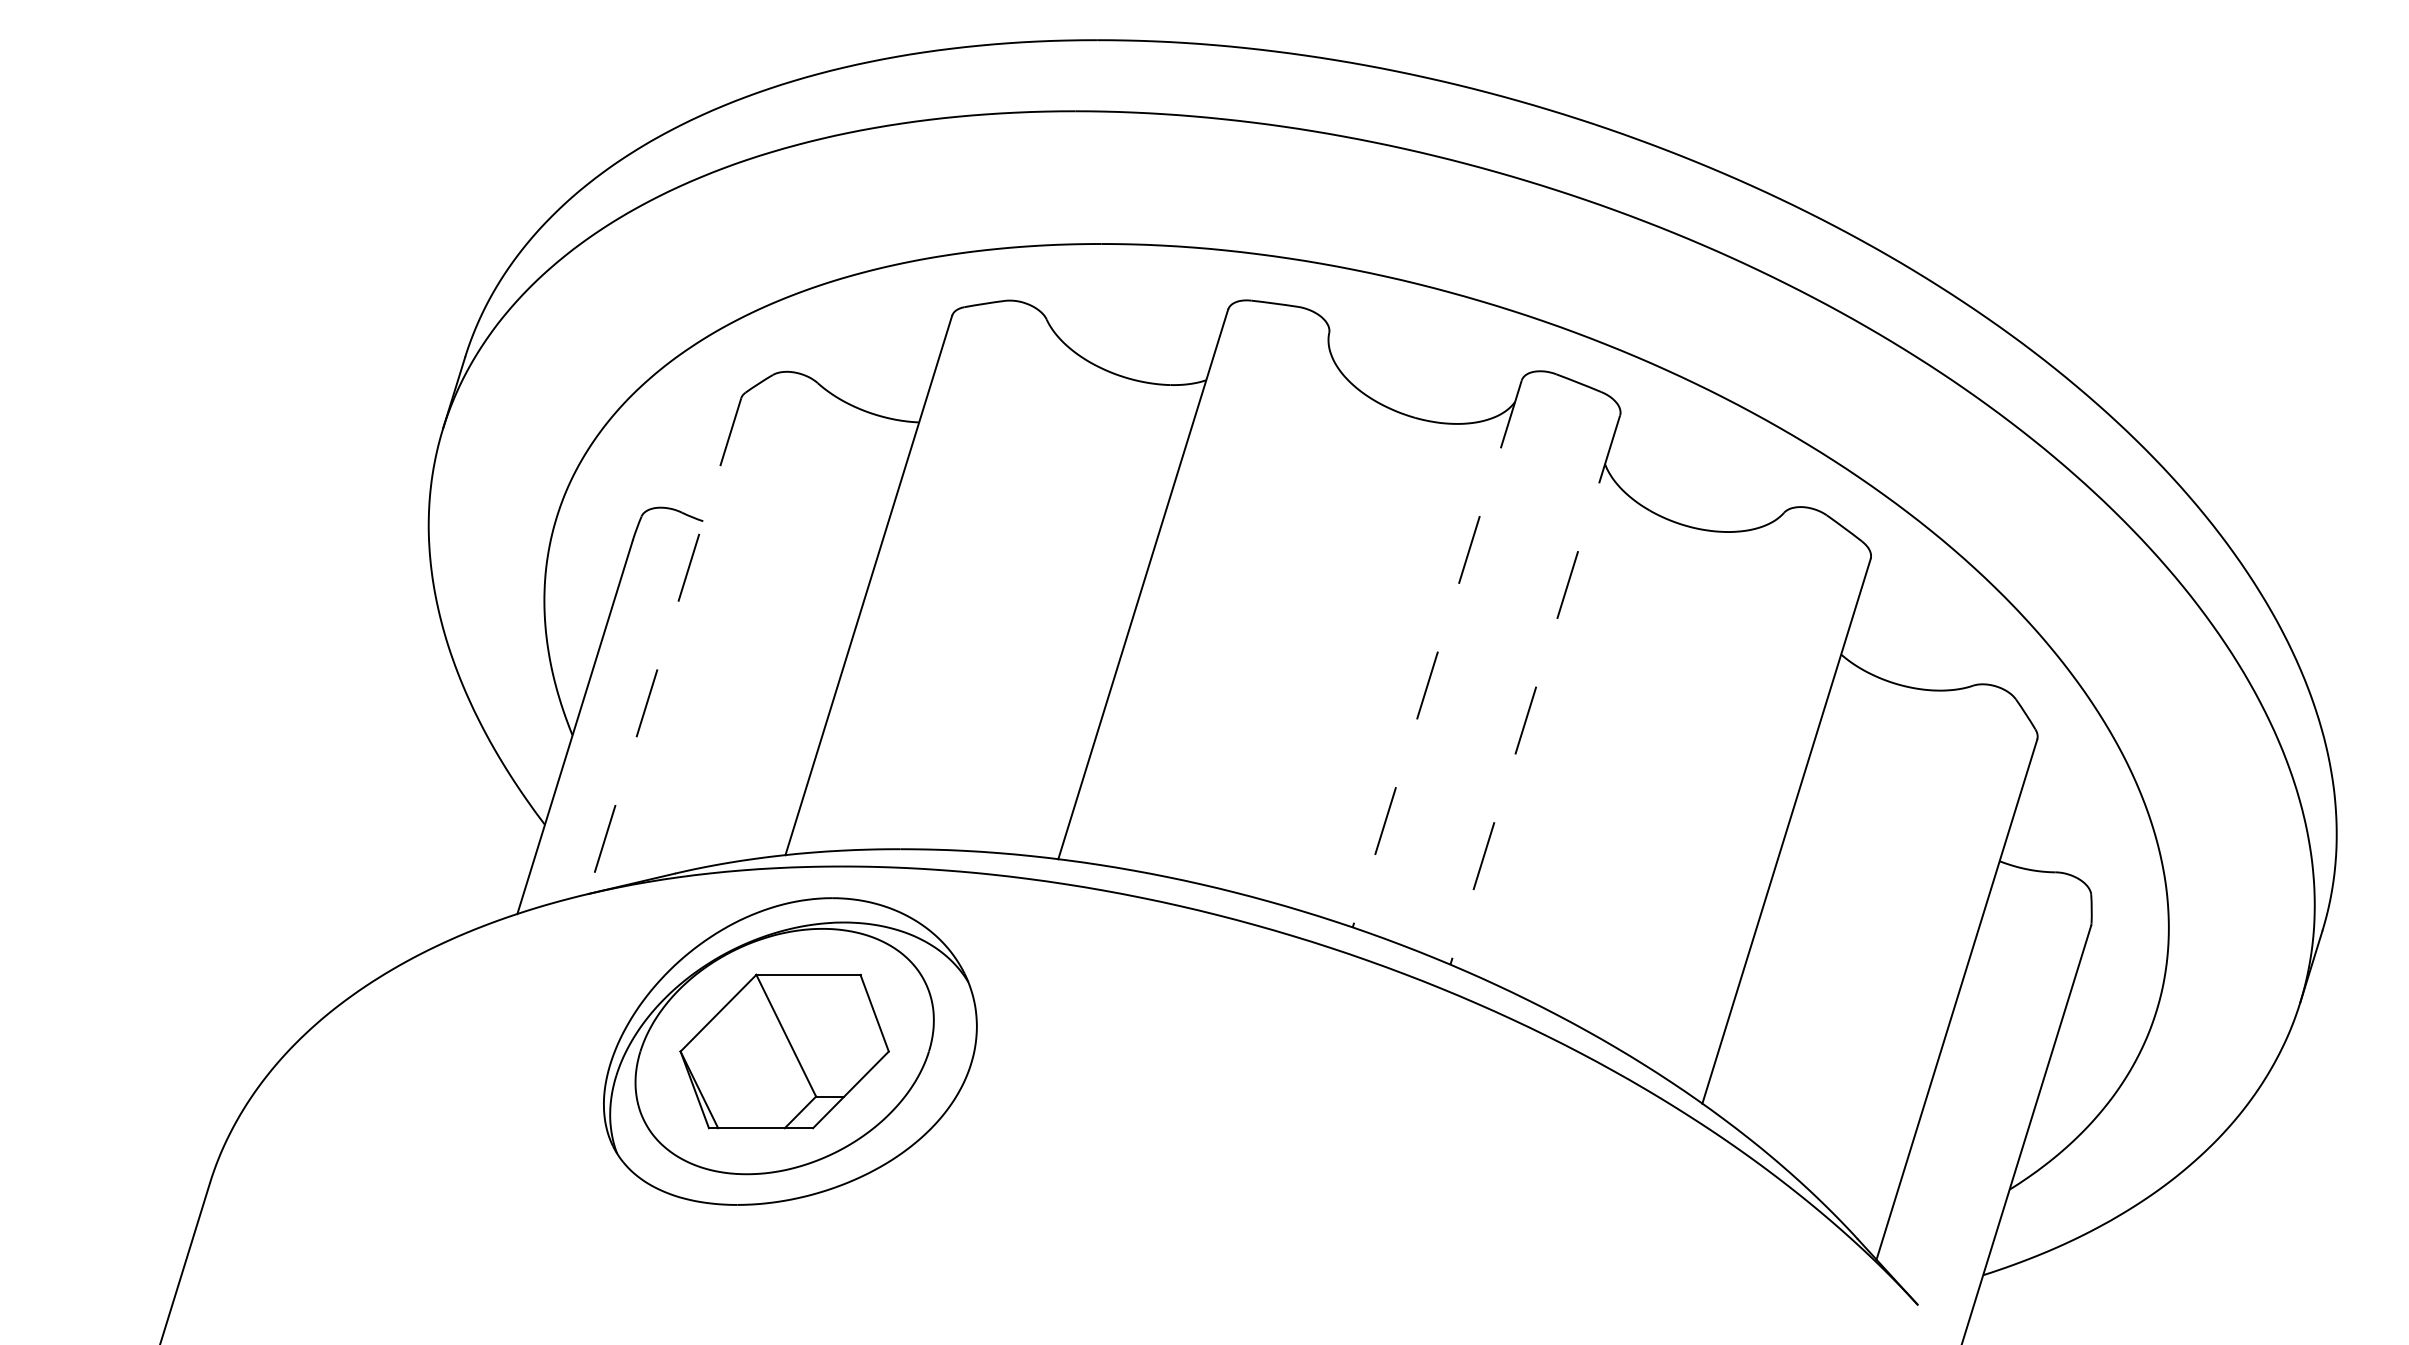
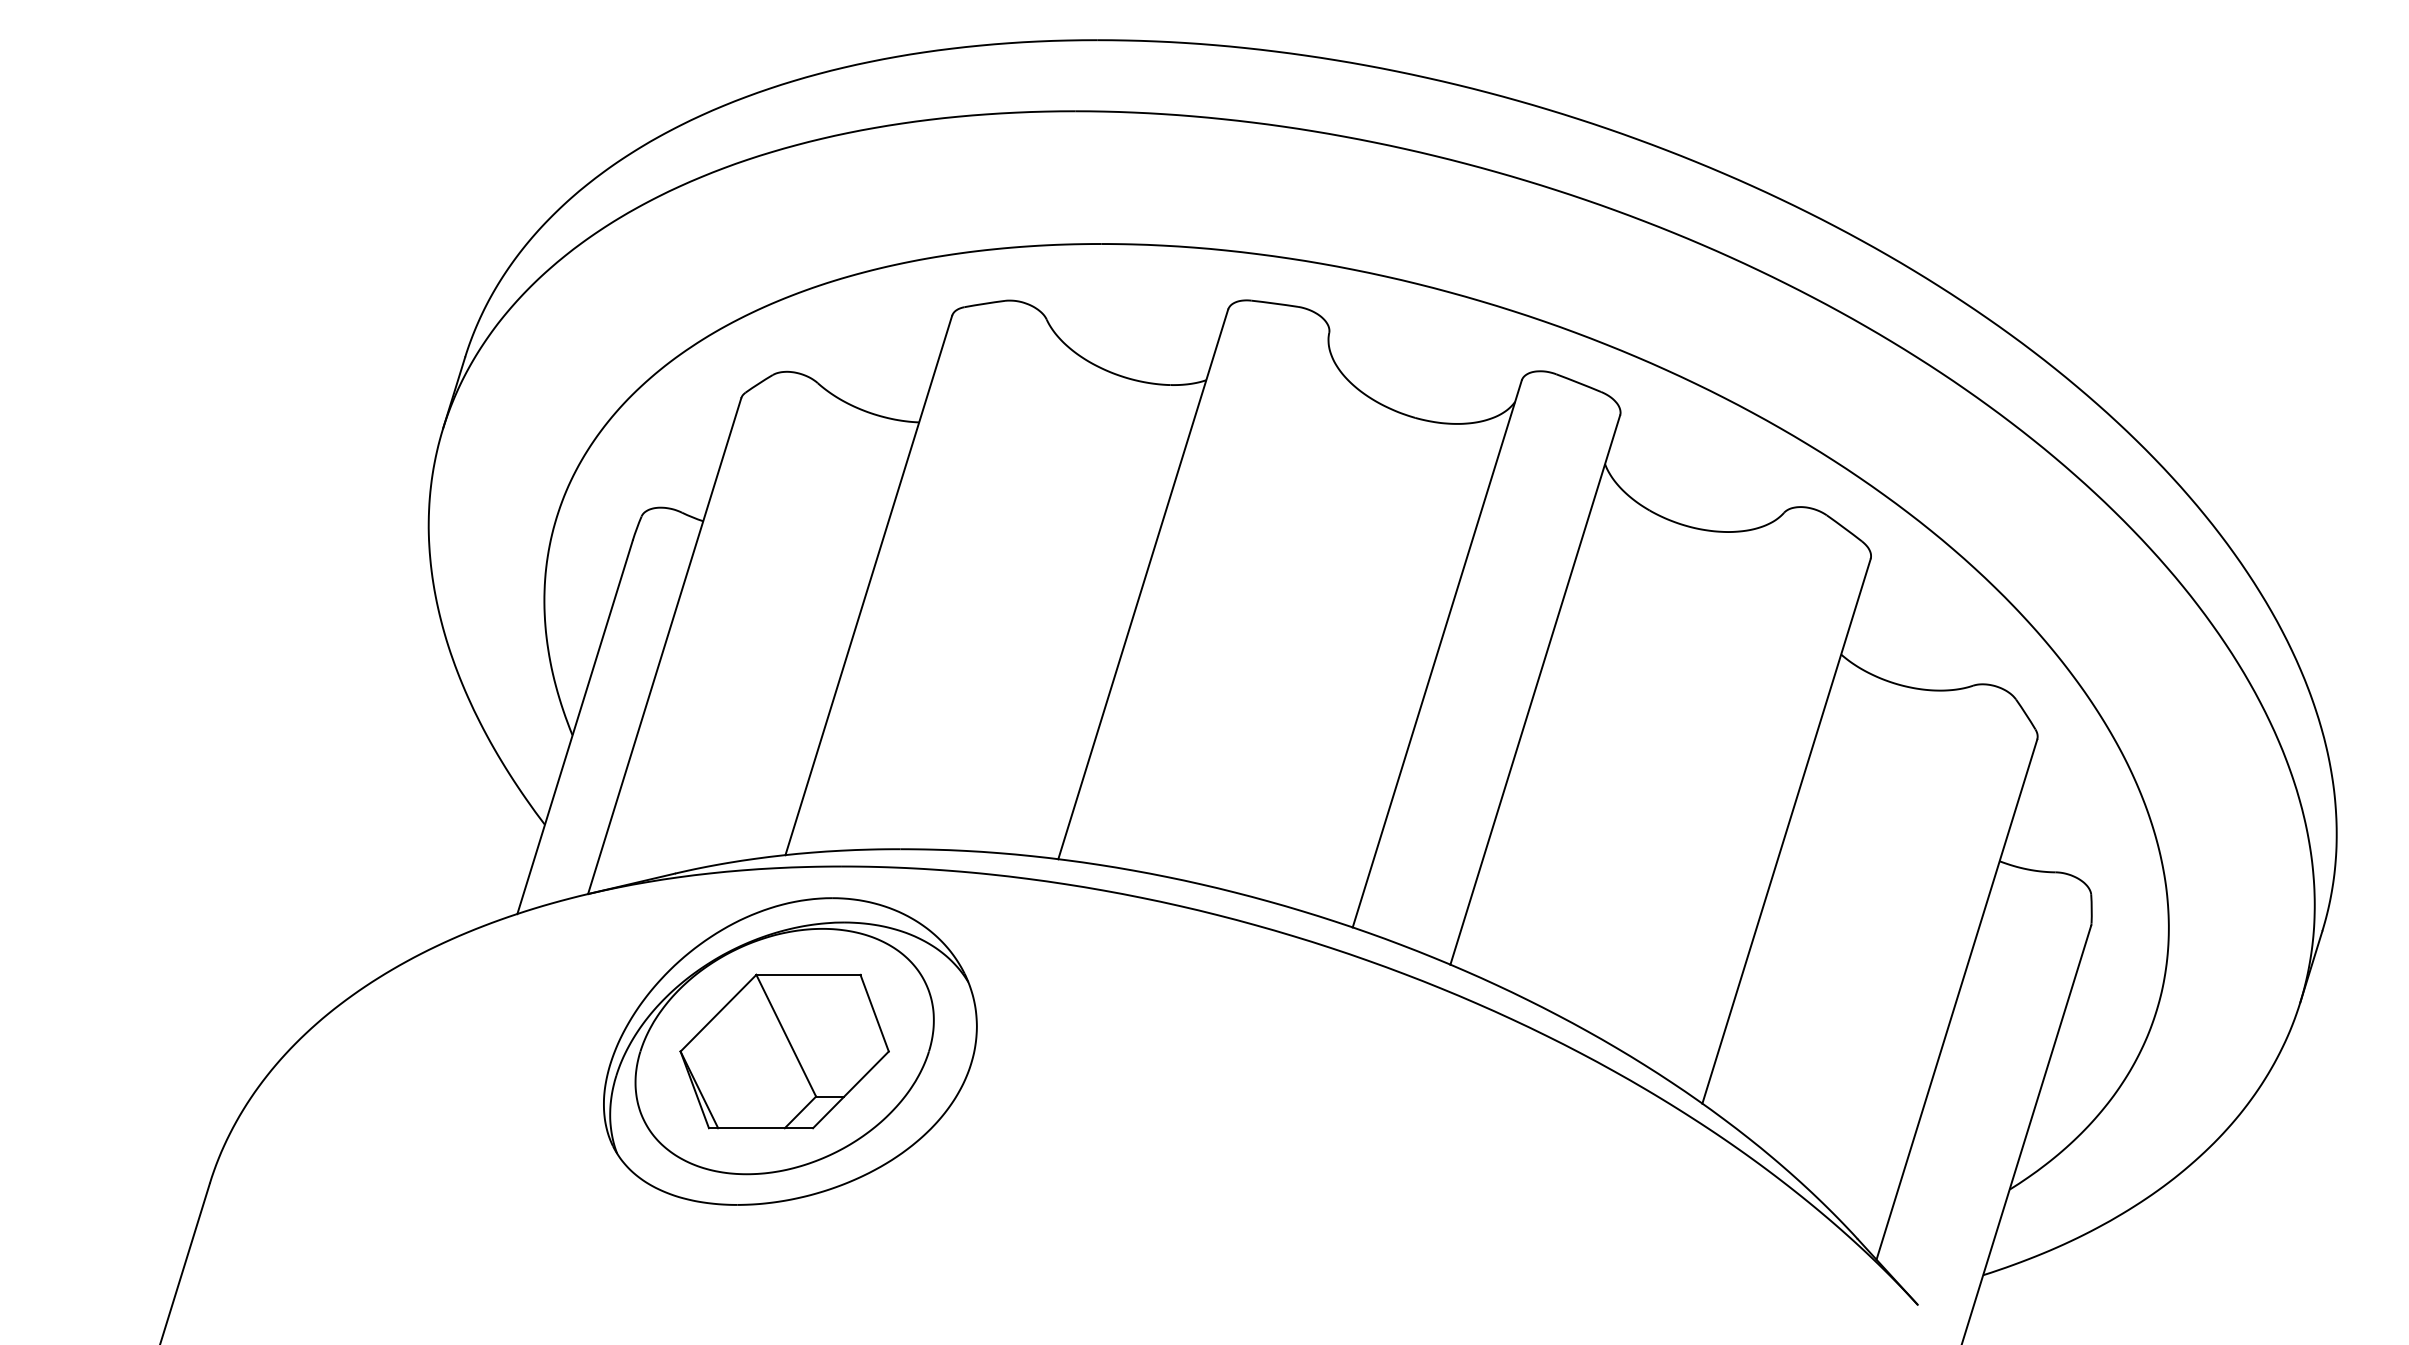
line at (664, 646): dashed -> solid
line at (1437, 654): dashed -> solid
line at (1535, 690): dashed -> solid
